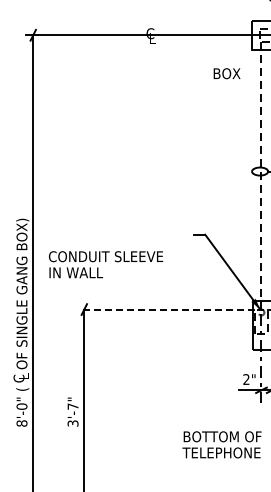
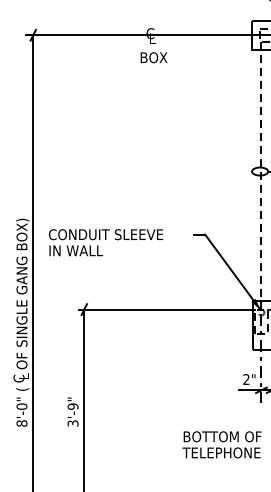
text at (226, 73) position: (226, 73) -> (153, 57)
text at (106, 264) position: (106, 264) -> (106, 242)
line at (166, 309): dashed -> solid
text at (72, 406): 3'-7" -> 3'-9"
